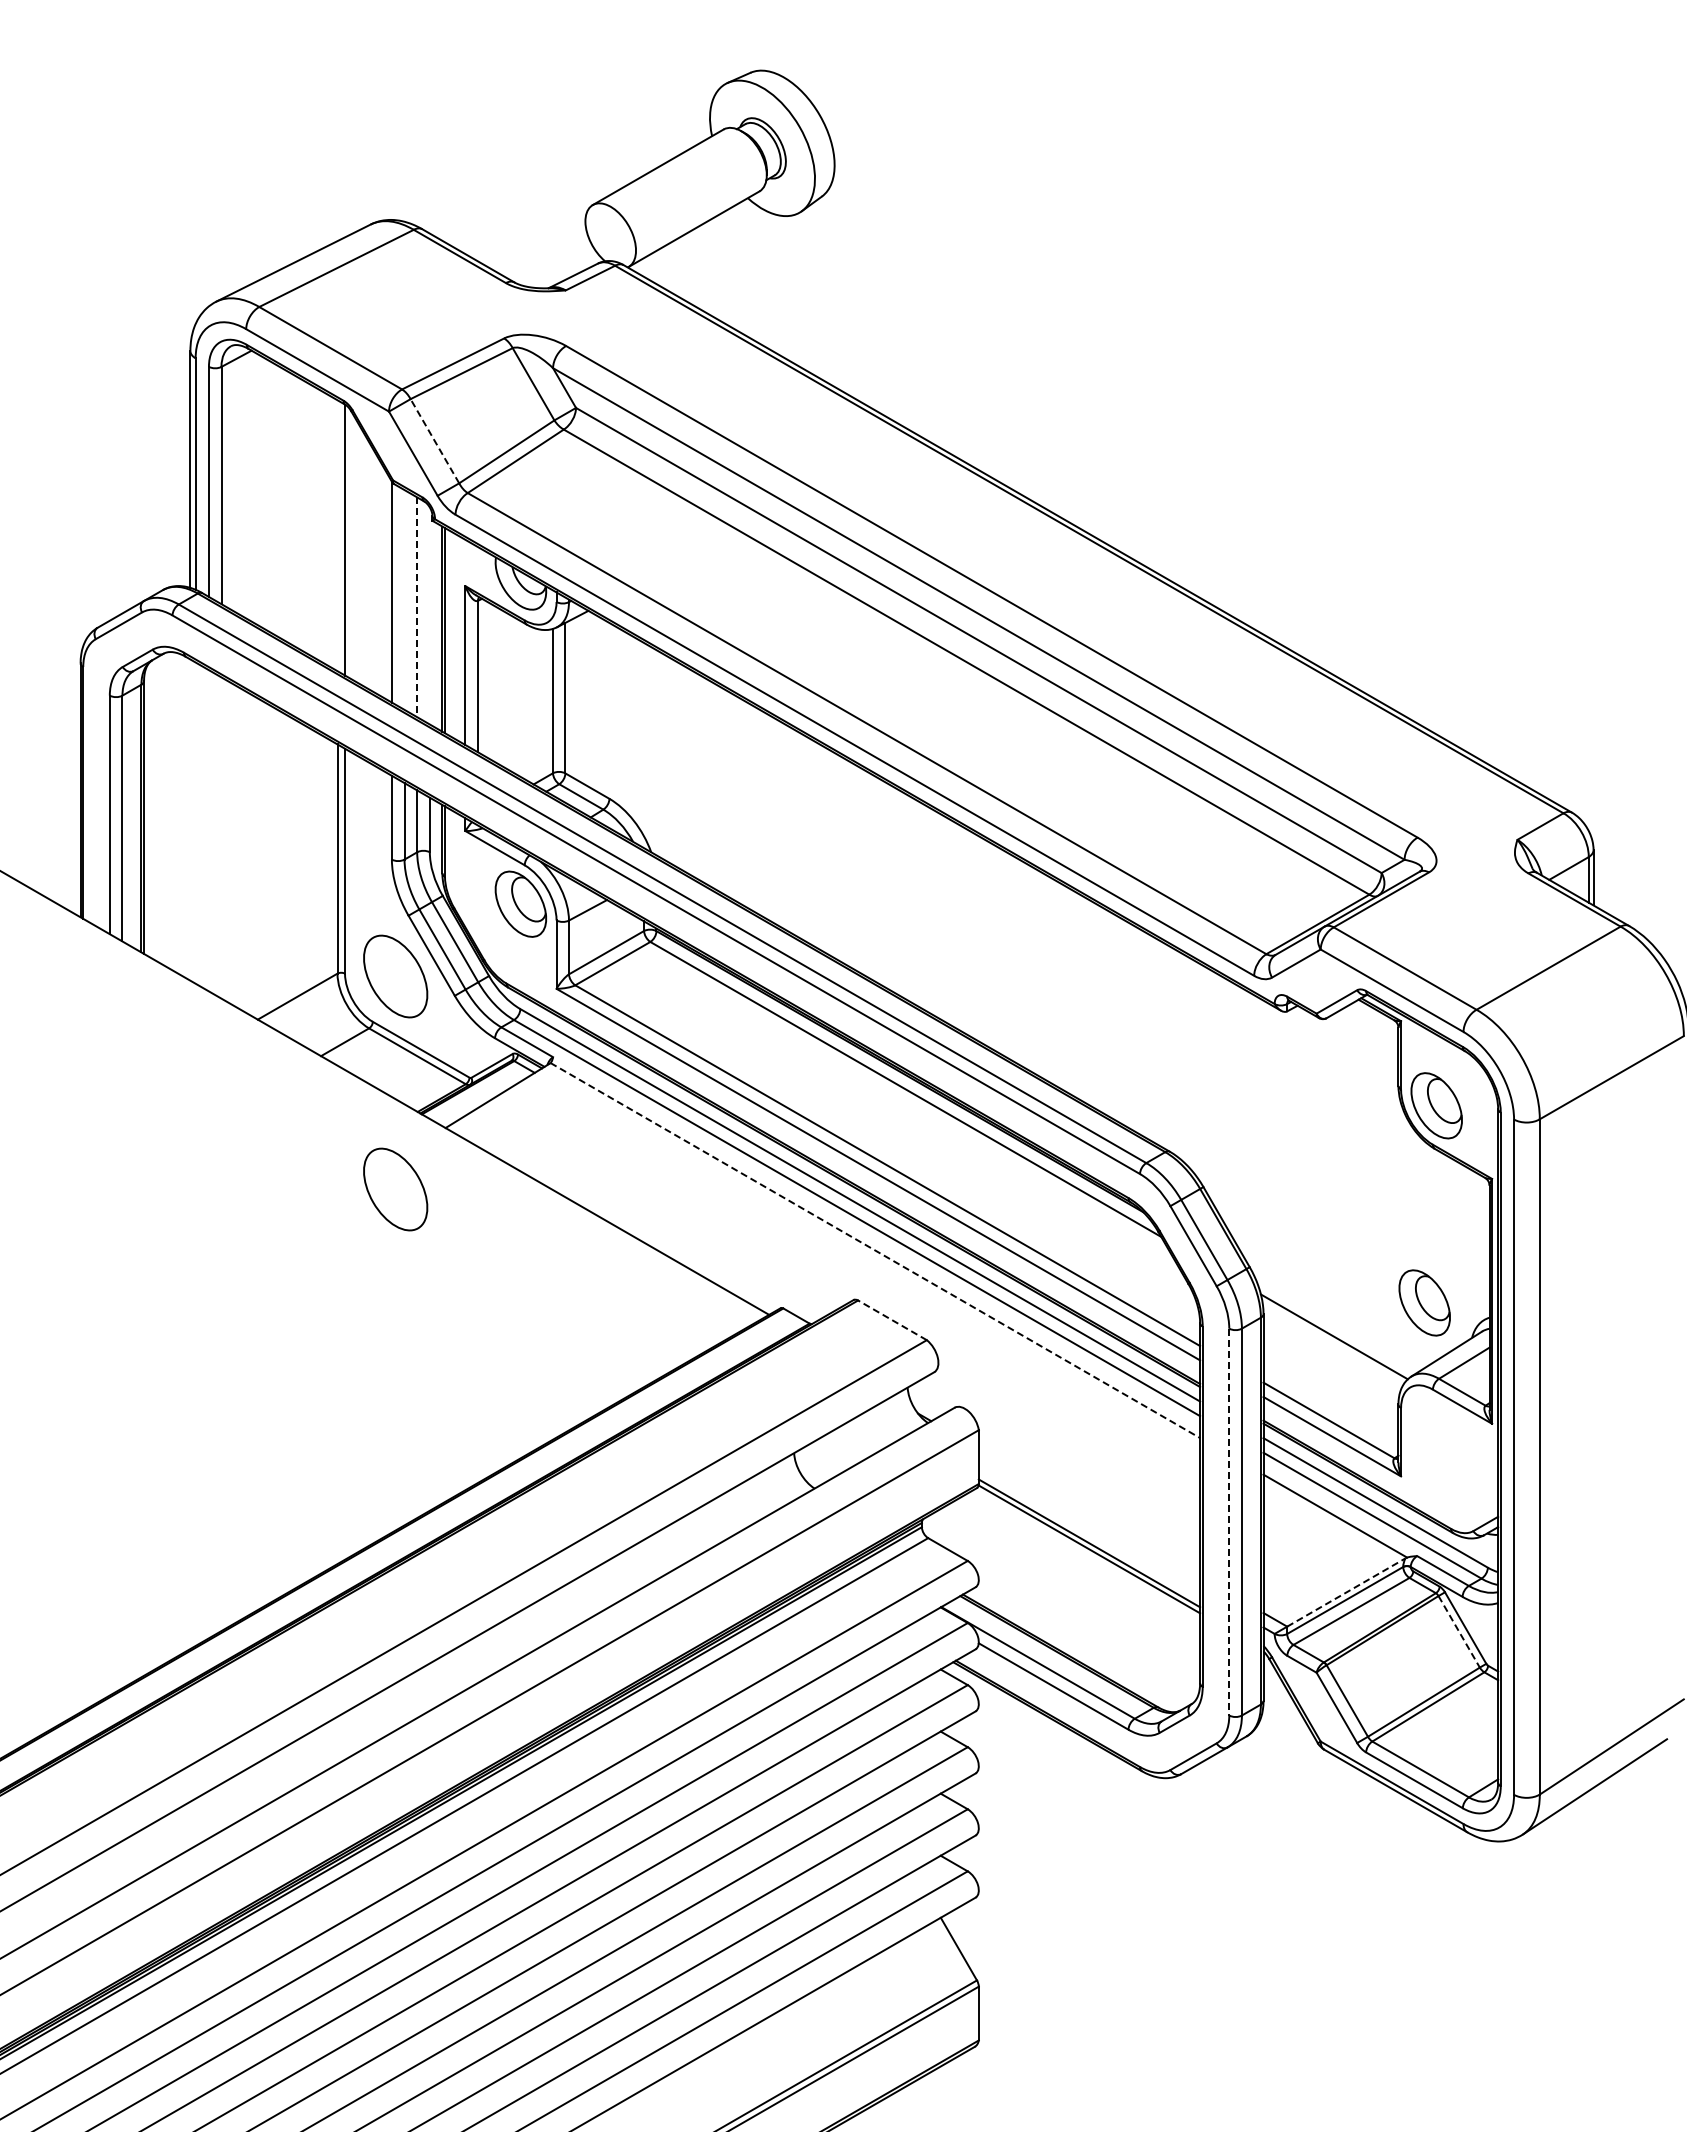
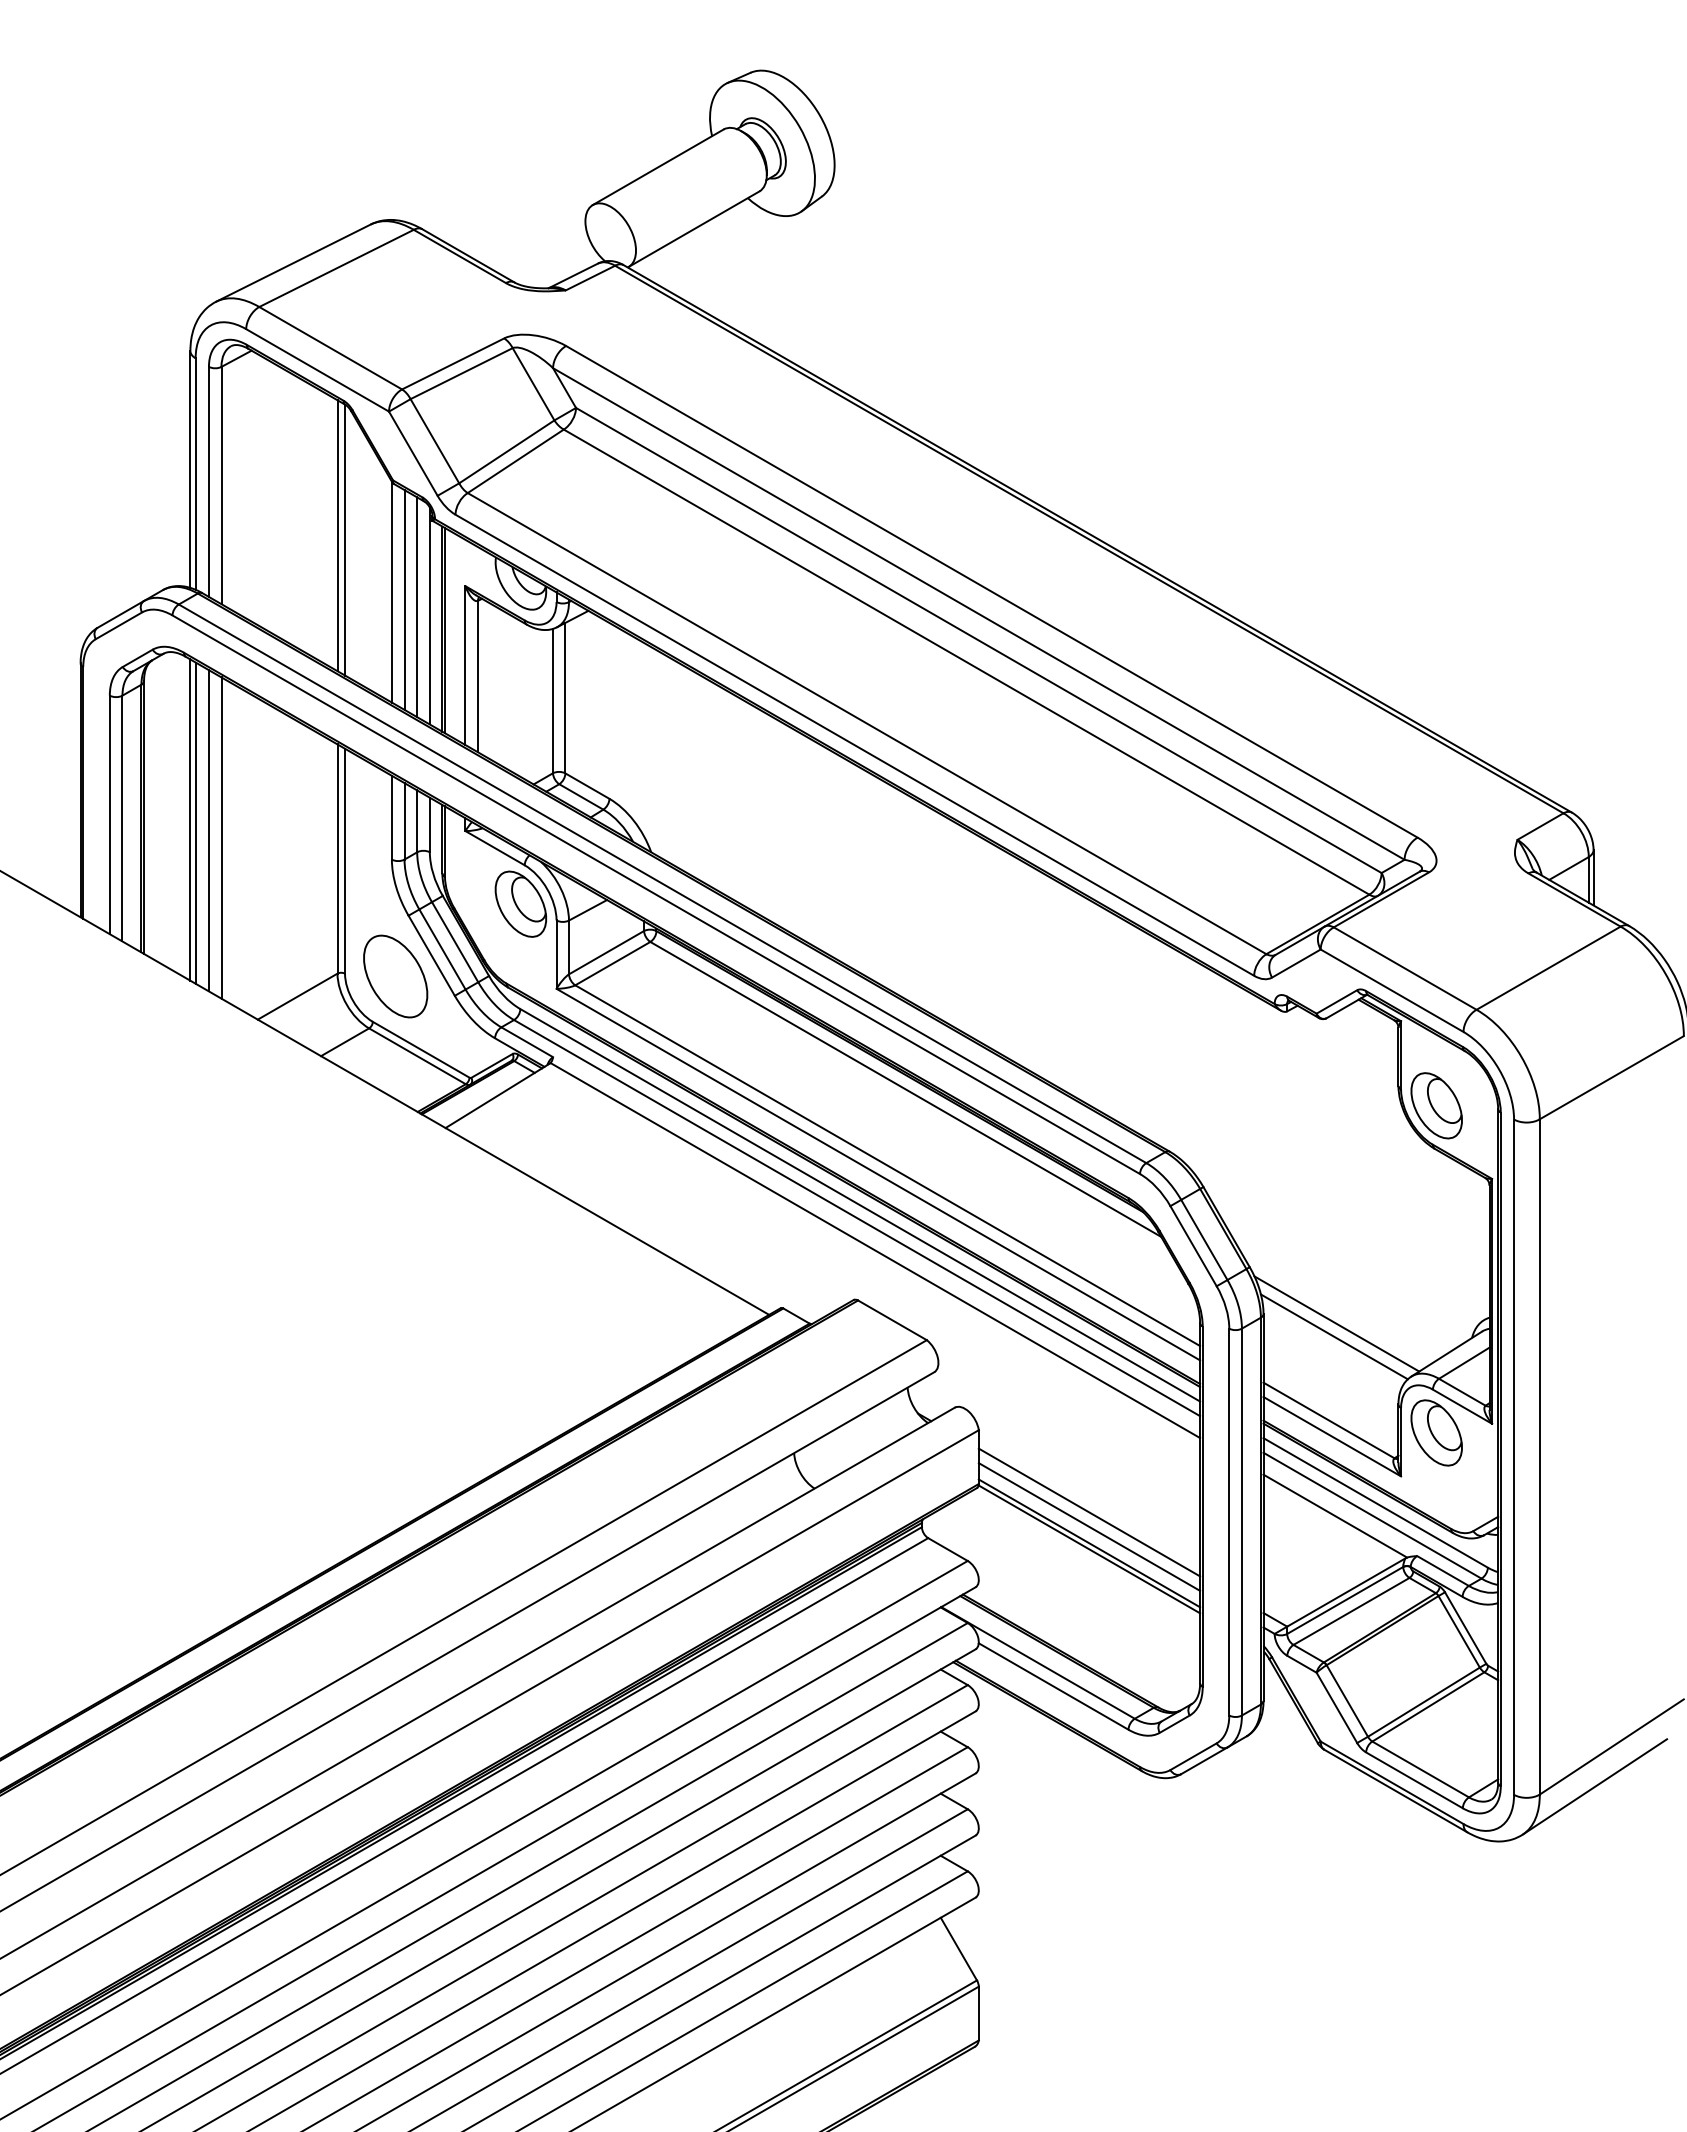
line at (434, 441): dashed -> solid
line at (337, 535): none -> present
line at (404, 599): none -> present
line at (417, 607): dashed -> solid
line at (429, 615): none -> present
line at (190, 819): none -> present
line at (195, 822): none -> present
line at (208, 830): none -> present
line at (221, 837): none -> present
part at (395, 1189): present -> none
line at (875, 1250): dashed -> solid
part at (1424, 1302) position: (1424, 1302) -> (1436, 1432)
line at (892, 1320): dashed -> solid
line at (1336, 1323): none -> present
line at (1089, 1512): none -> present
line at (1229, 1522): dashed -> solid
line at (1089, 1526): none -> present
line at (1346, 1592): dashed -> solid
line at (1459, 1632): dashed -> solid
